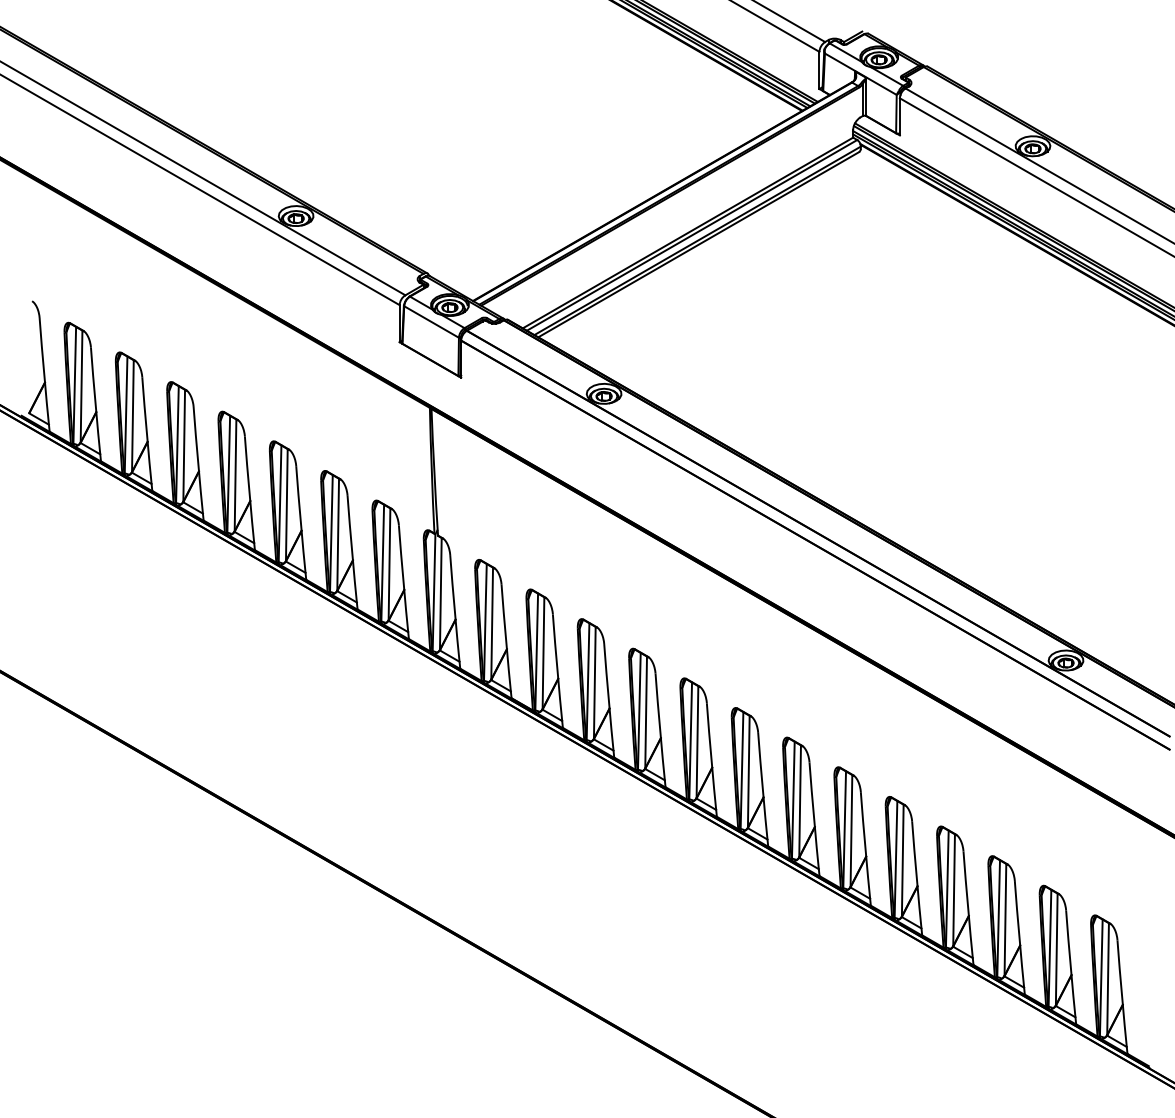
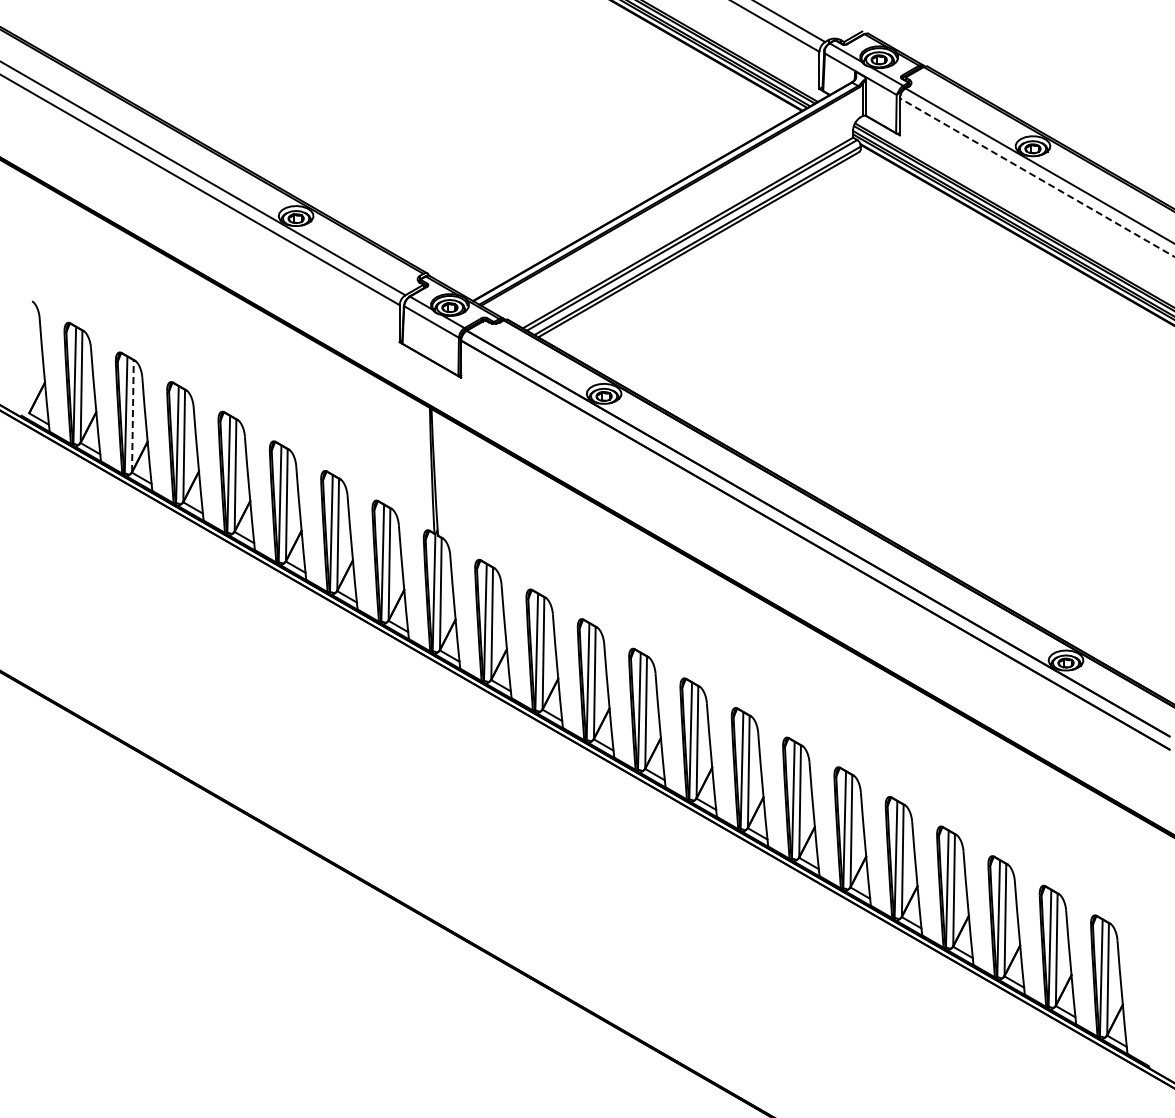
line at (1036, 177): solid -> dashed
line at (132, 416): solid -> dashed
